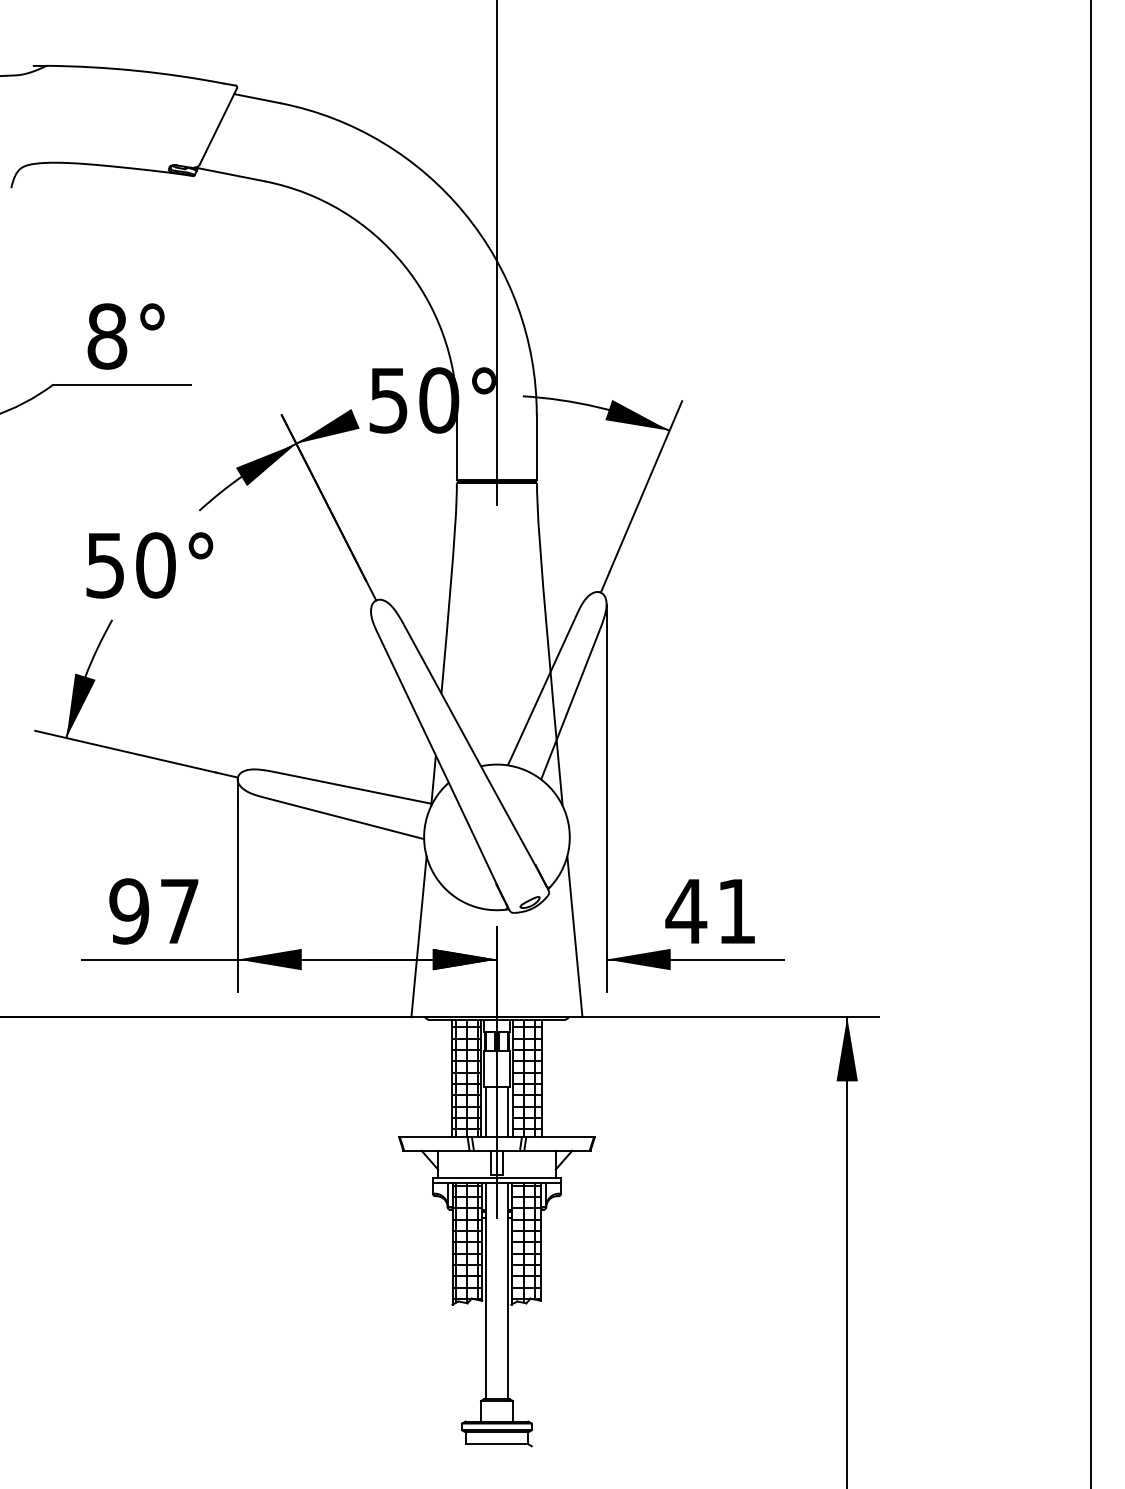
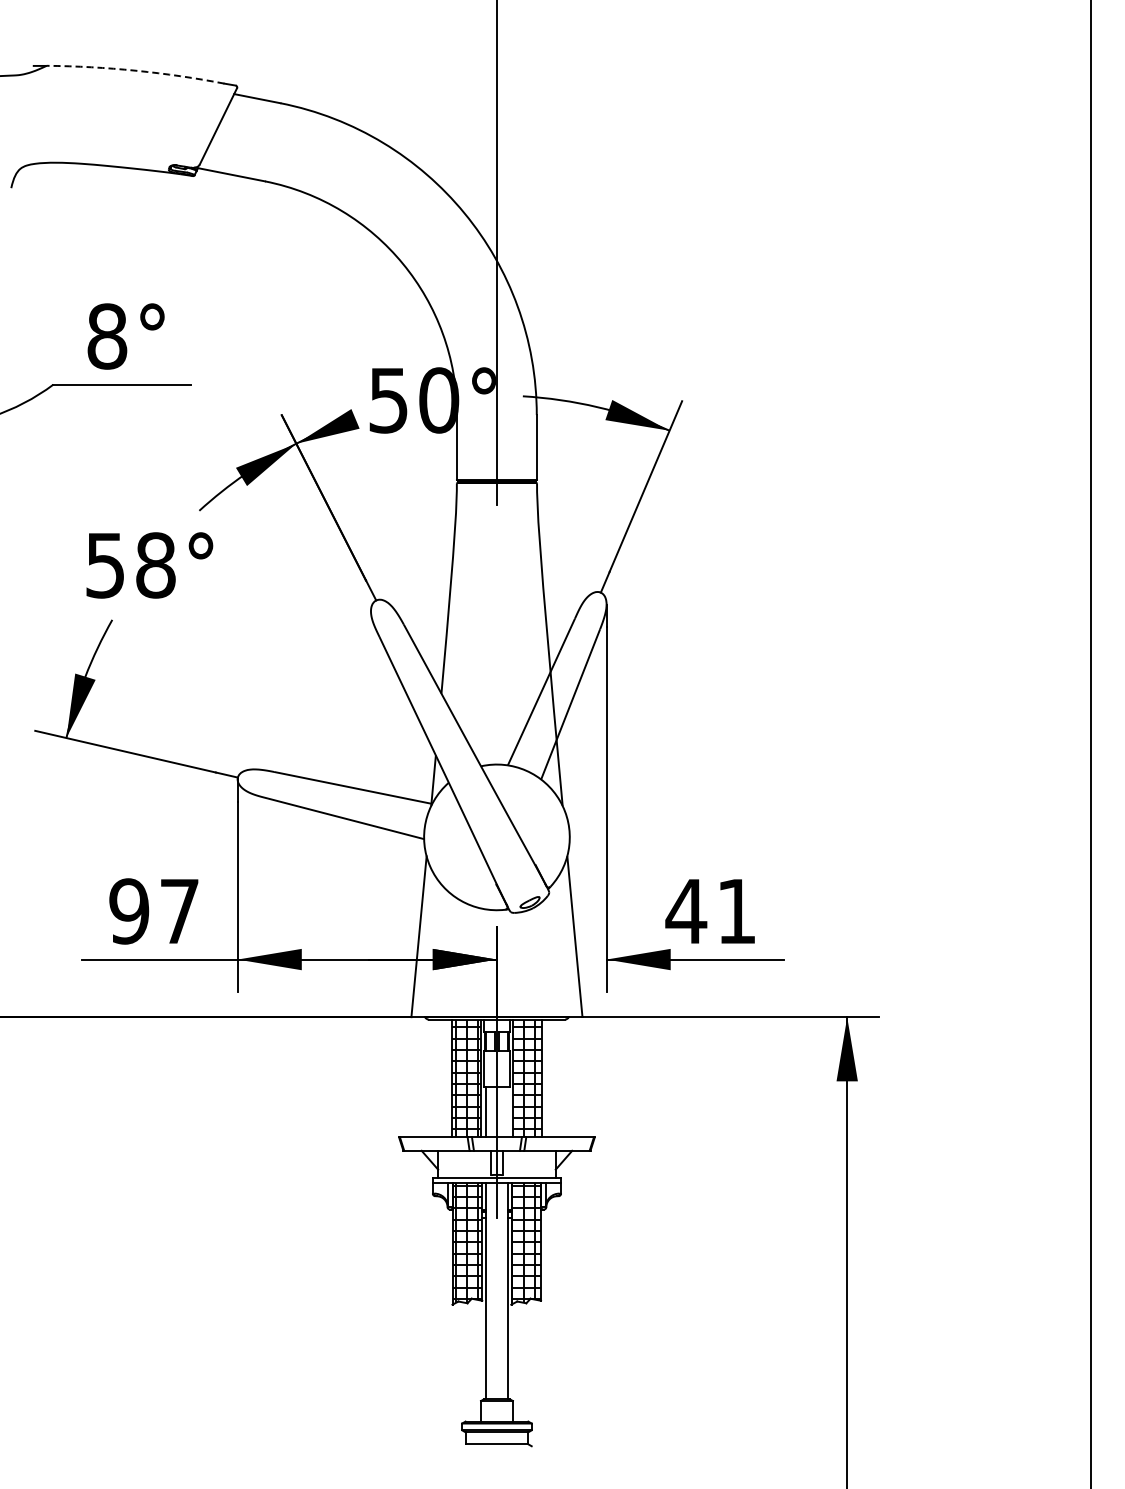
arc at (136, 70): solid -> dashed
text at (155, 565): 50° -> 58°
line at (507, 1111): present -> none
